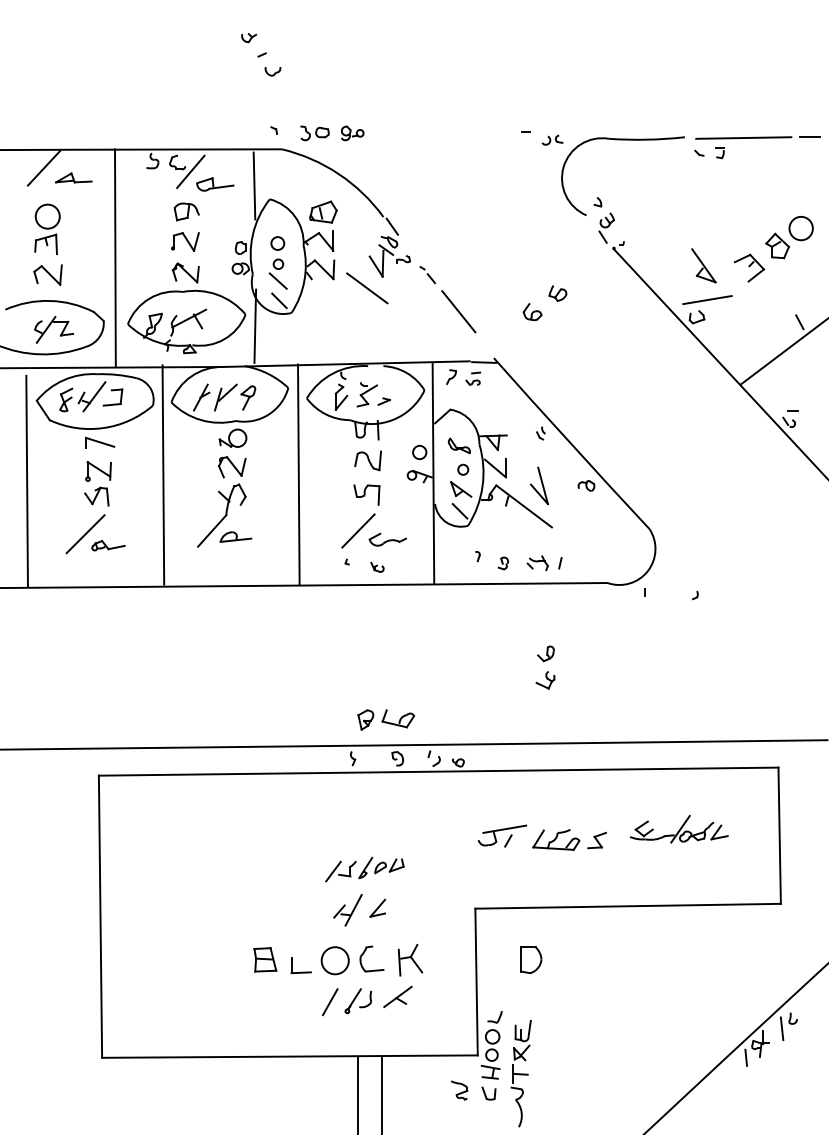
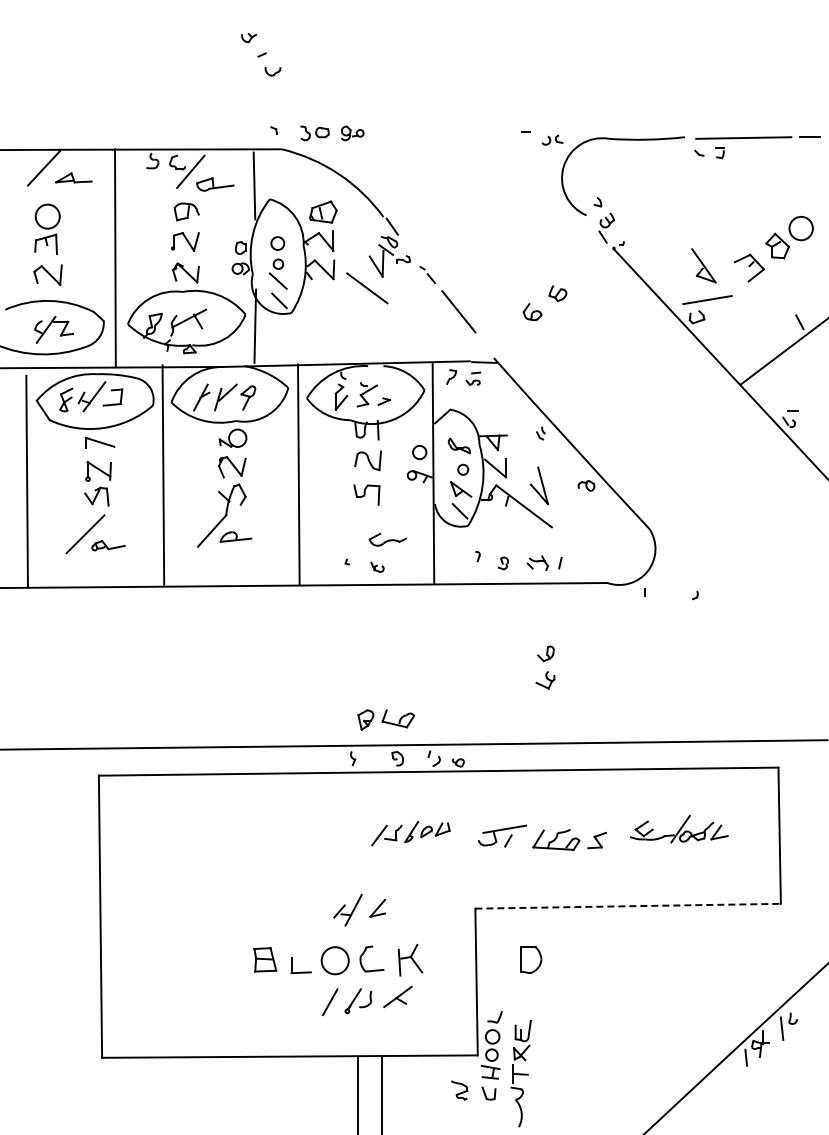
line at (358, 530): present -> none
part at (364, 869) position: (364, 869) -> (410, 833)
line at (628, 906): solid -> dashed
